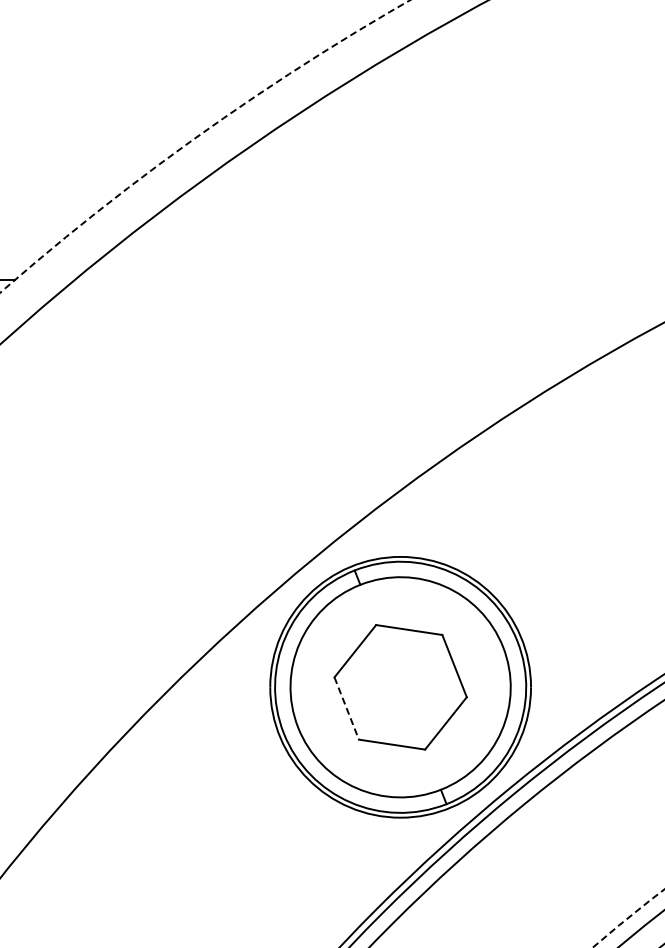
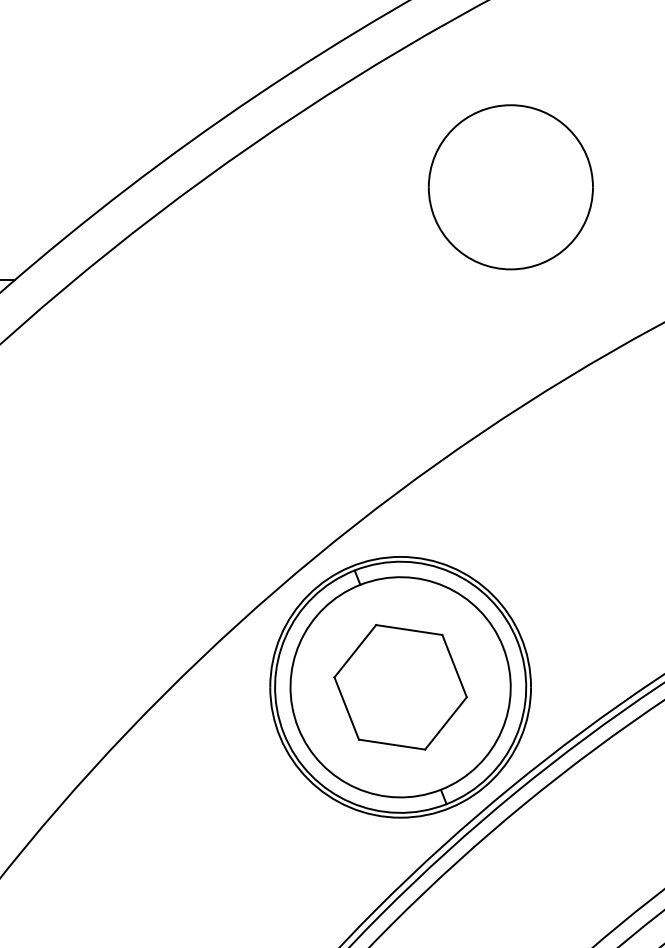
arc at (197, 136): dashed -> solid
part at (510, 187): none -> present
line at (346, 708): dashed -> solid
arc at (627, 918): dashed -> solid
